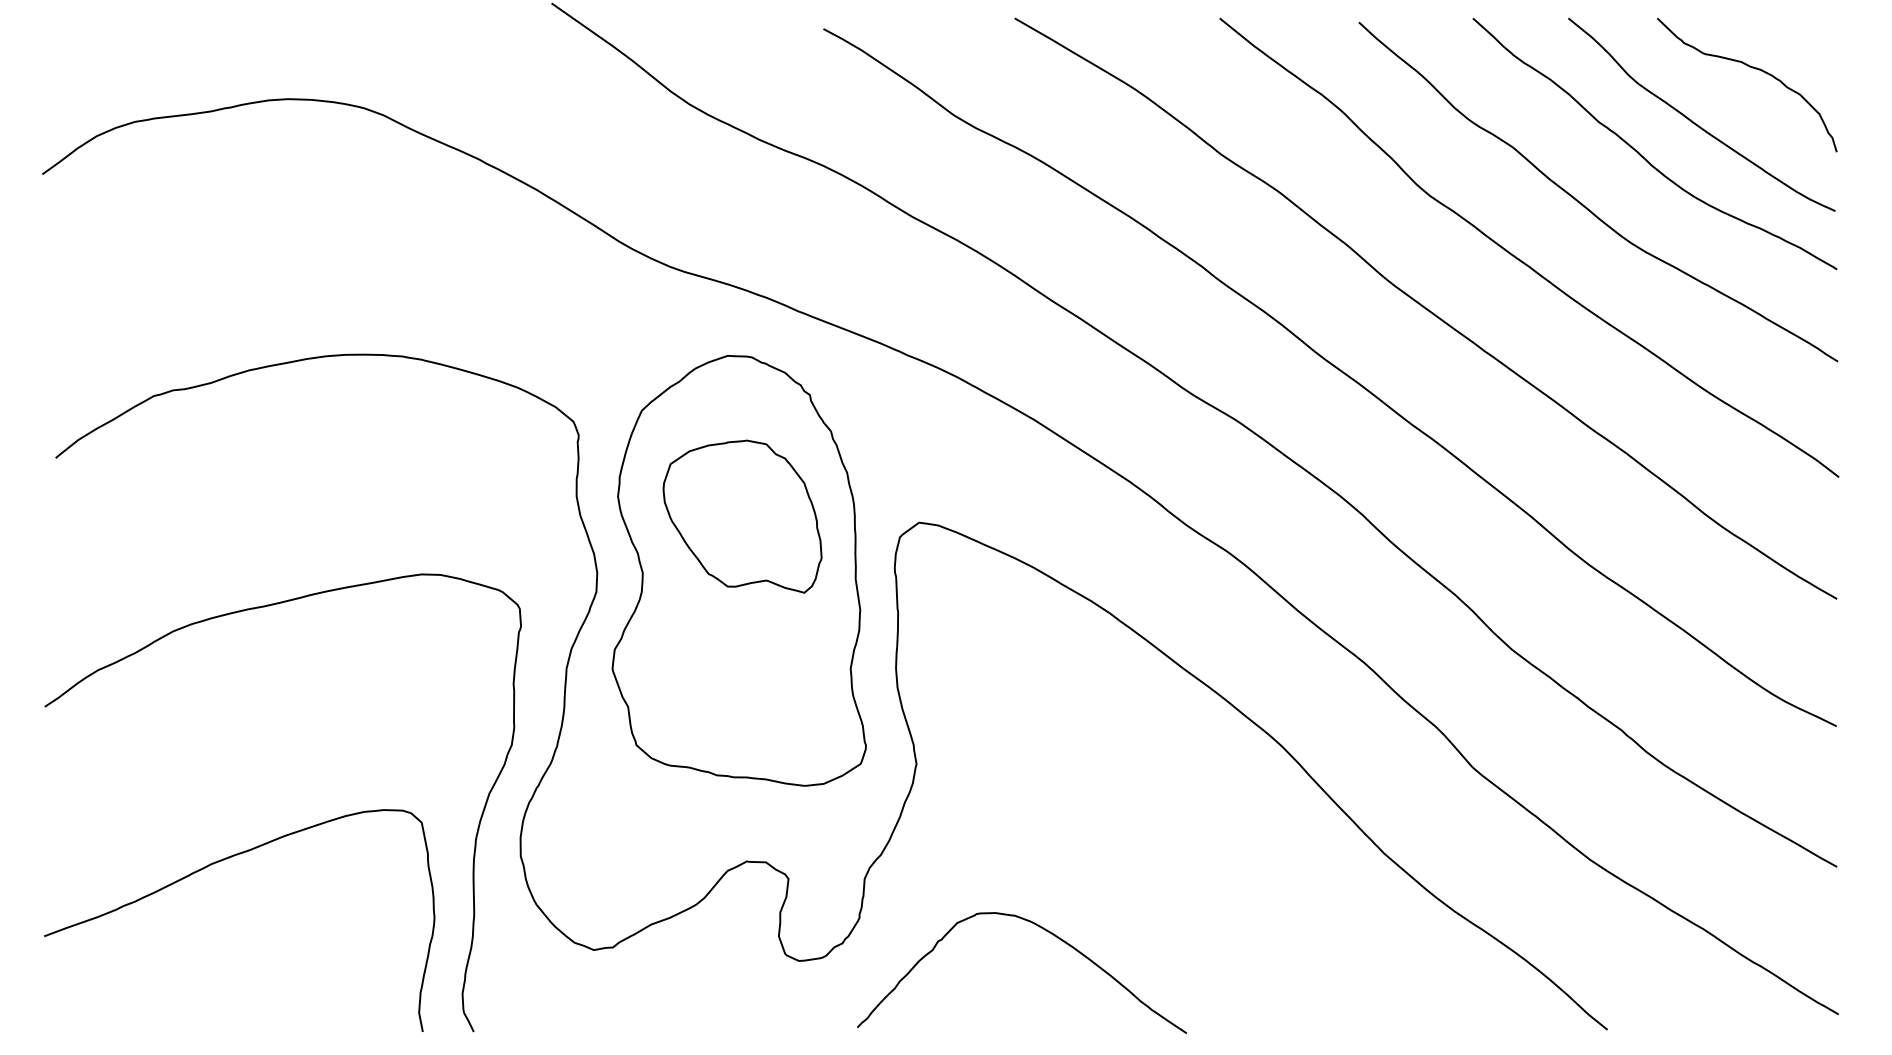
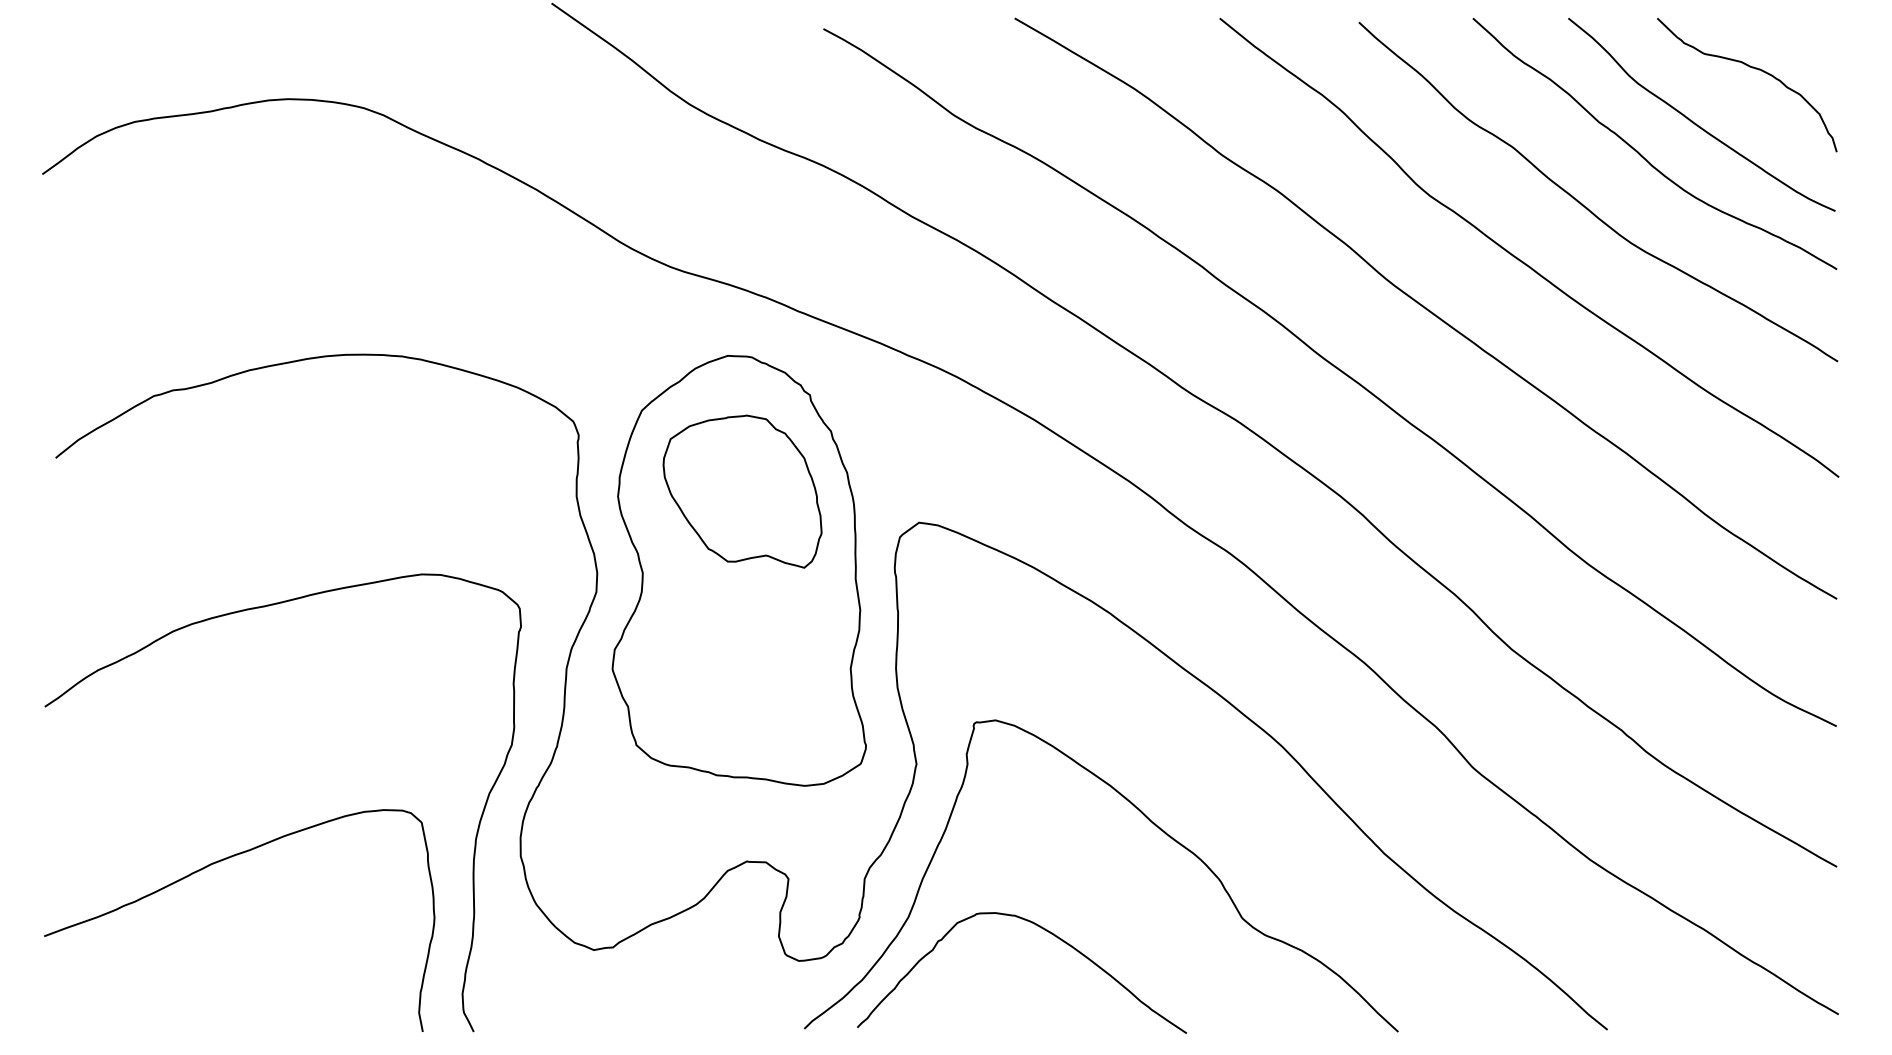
part at (742, 516) position: (742, 516) -> (742, 491)
curve at (1148, 820): none -> present
